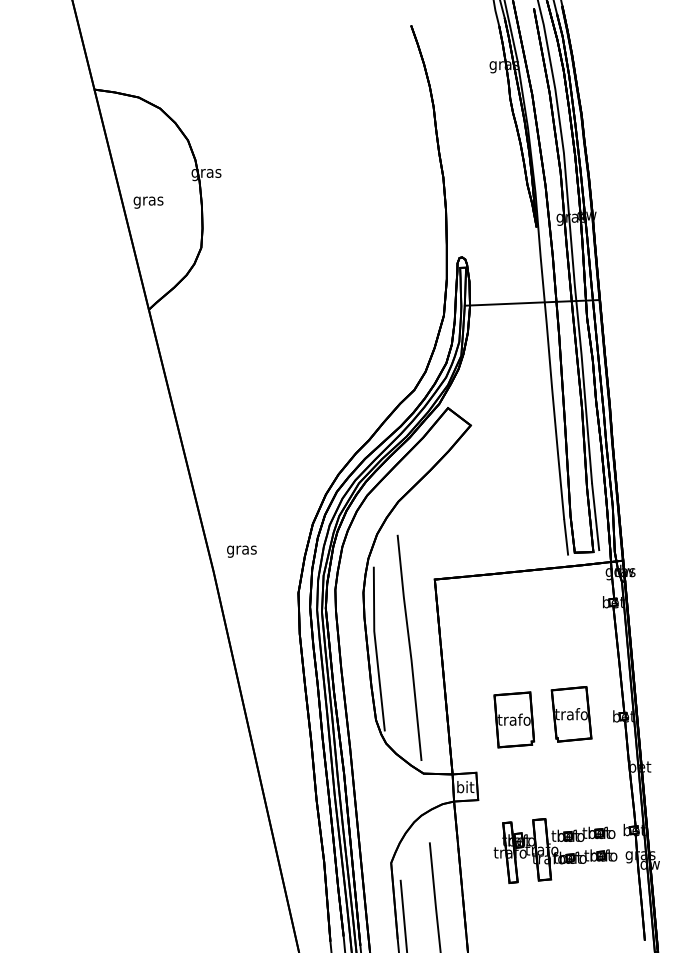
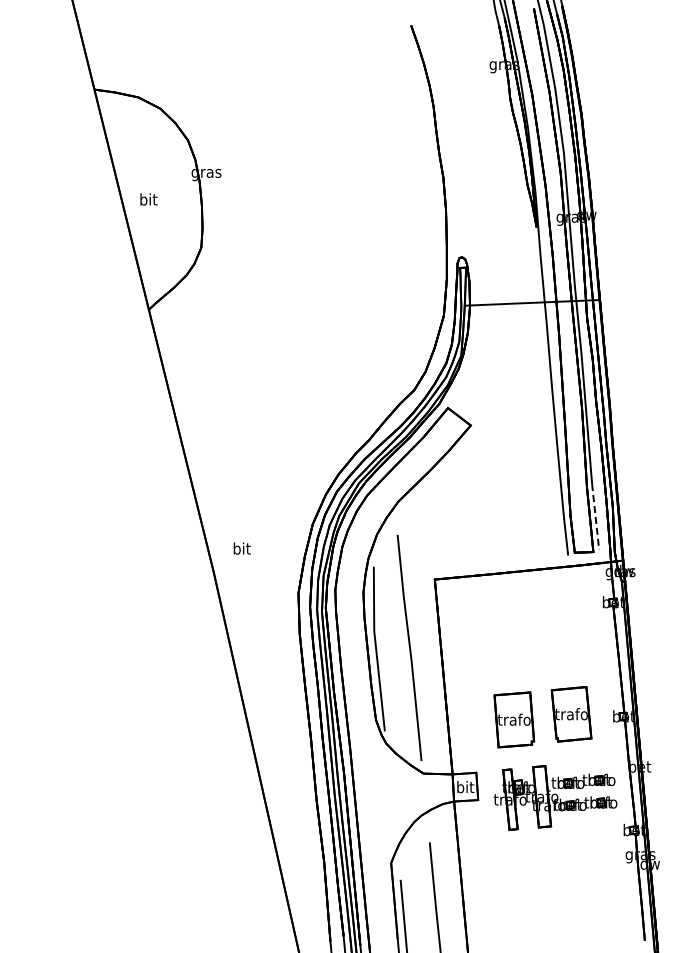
text at (148, 200): gras -> bit
line at (595, 517): solid -> dashed
text at (241, 549): gras -> bit
part at (555, 850) position: (555, 850) -> (555, 797)
